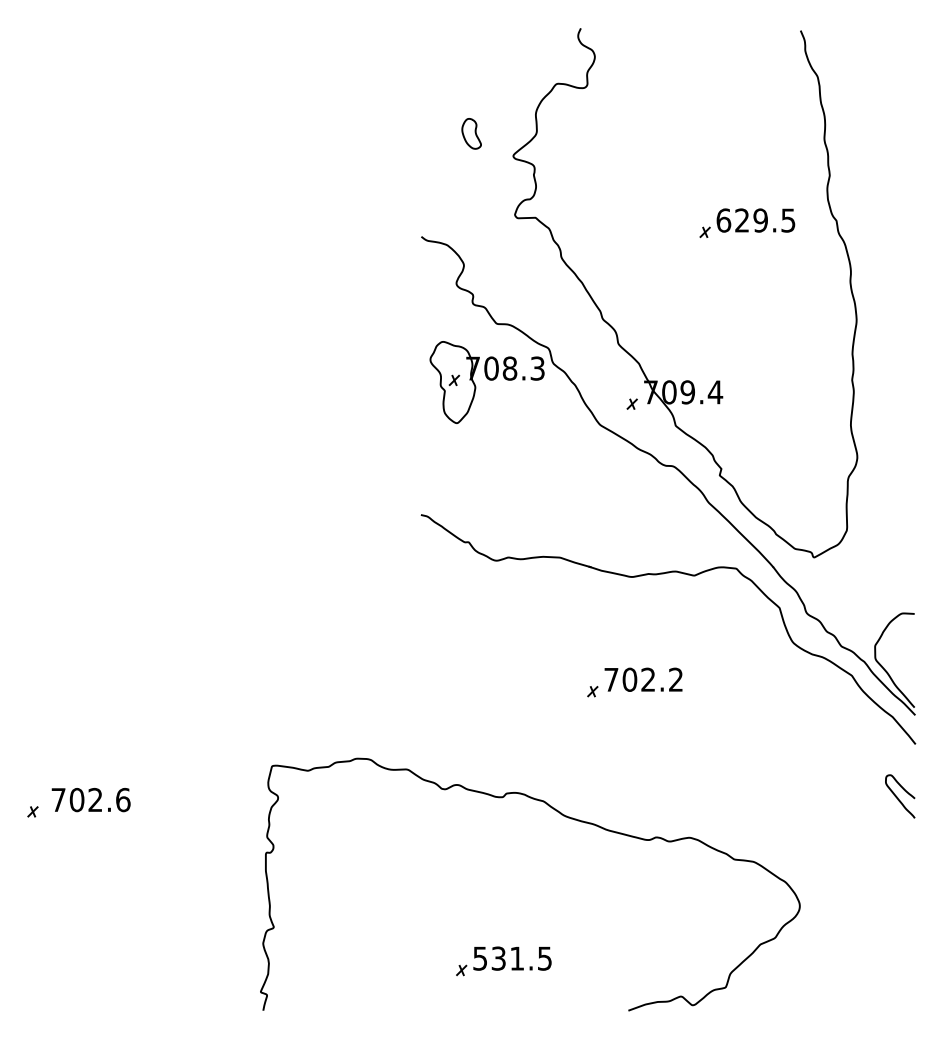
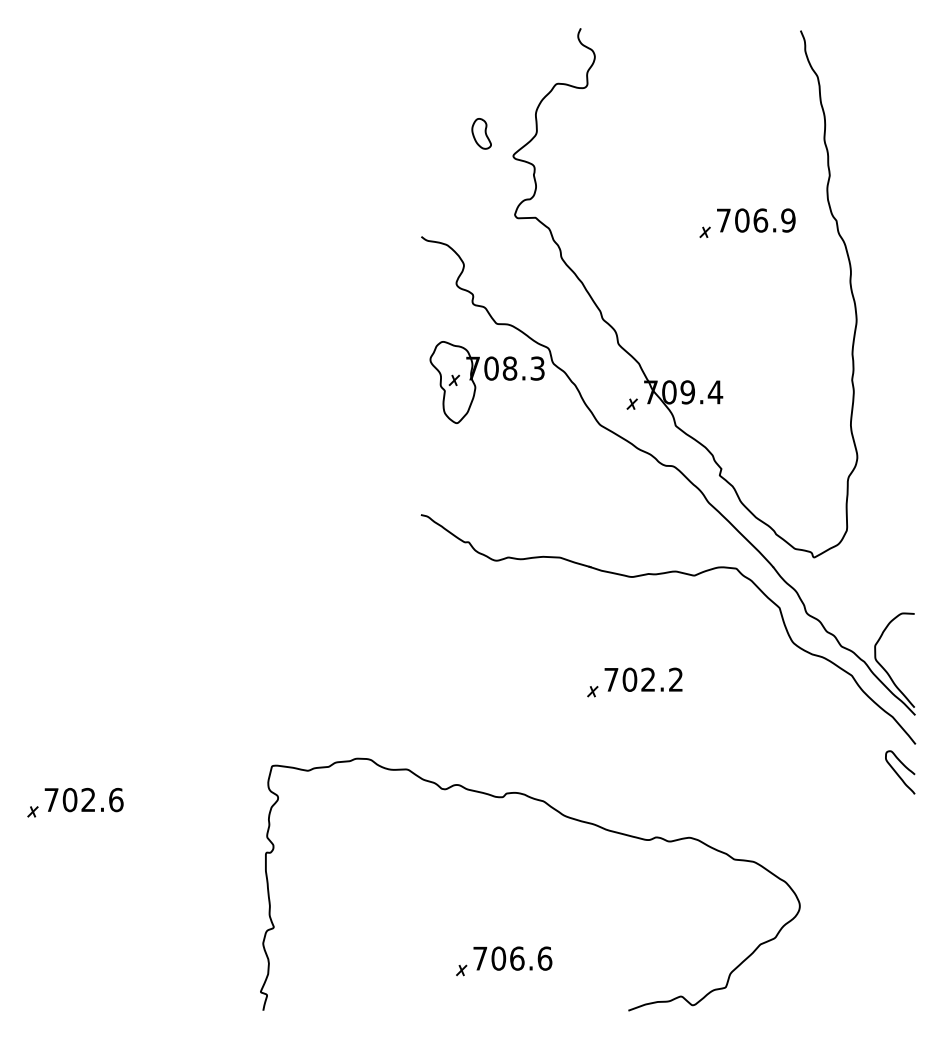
part at (471, 133) position: (471, 133) -> (481, 133)
text at (755, 220): 629.5 -> 706.9
curve at (898, 797) position: (898, 797) -> (898, 773)
text at (90, 800) position: (90, 800) -> (83, 800)
text at (512, 958): 531.5 -> 706.6
